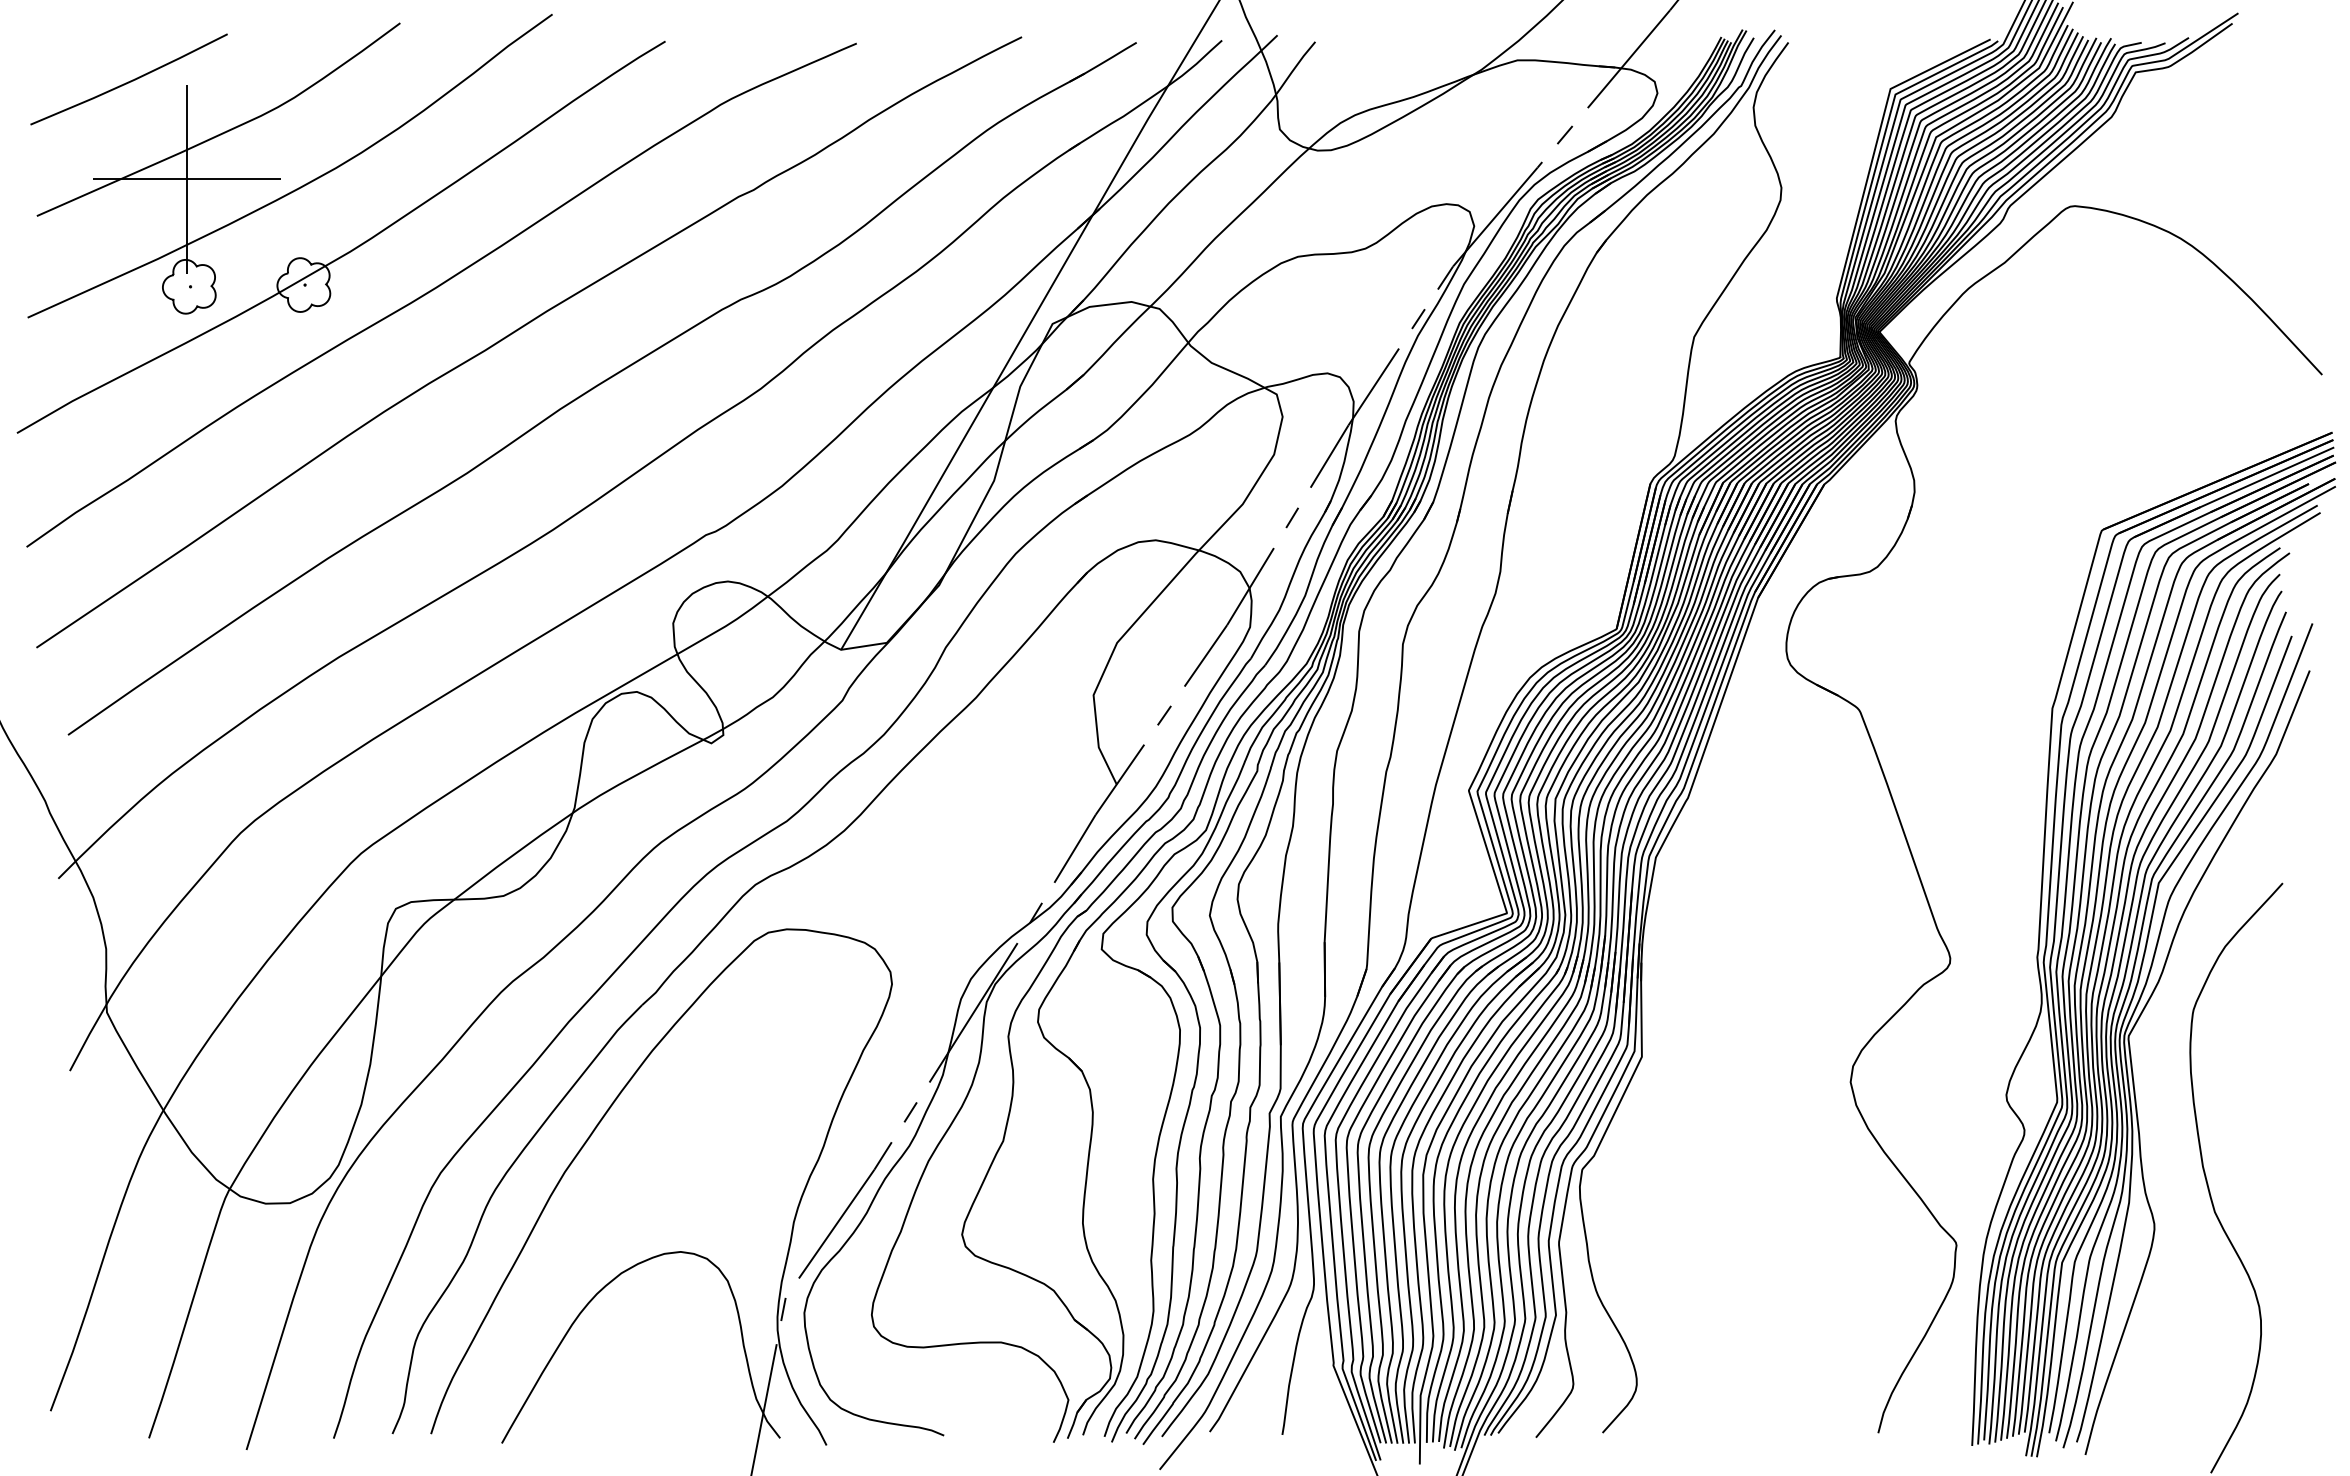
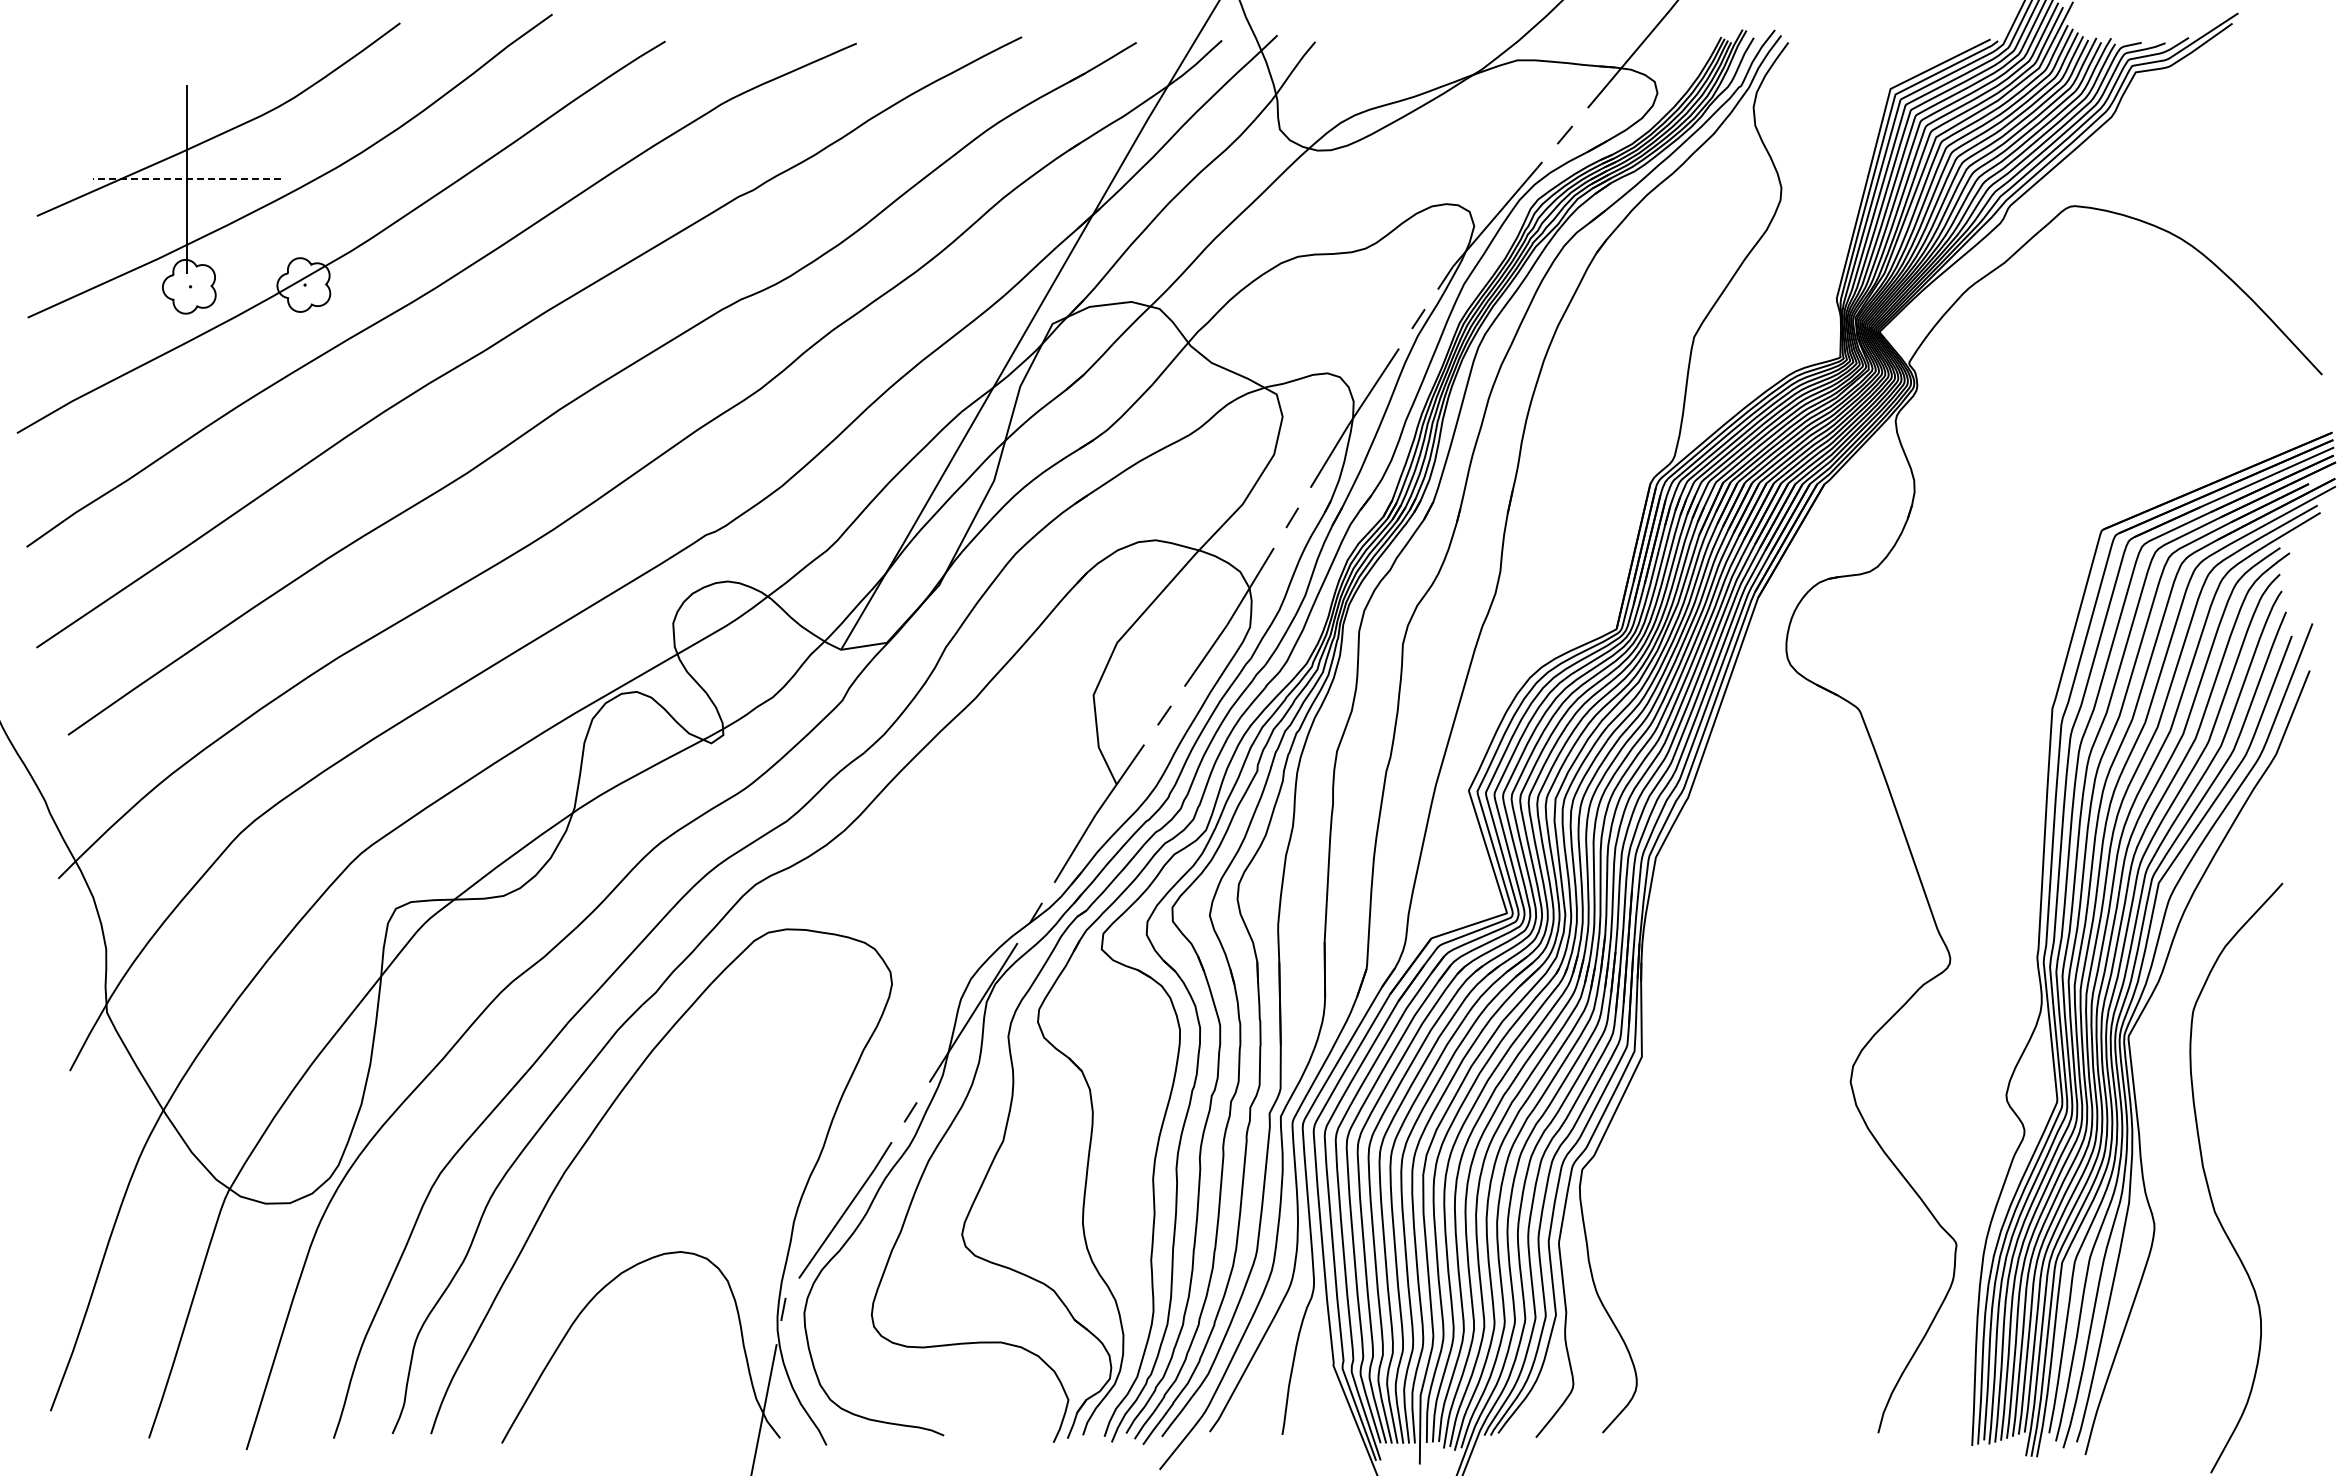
line at (128, 81): present -> none
line at (186, 179): solid -> dashed
